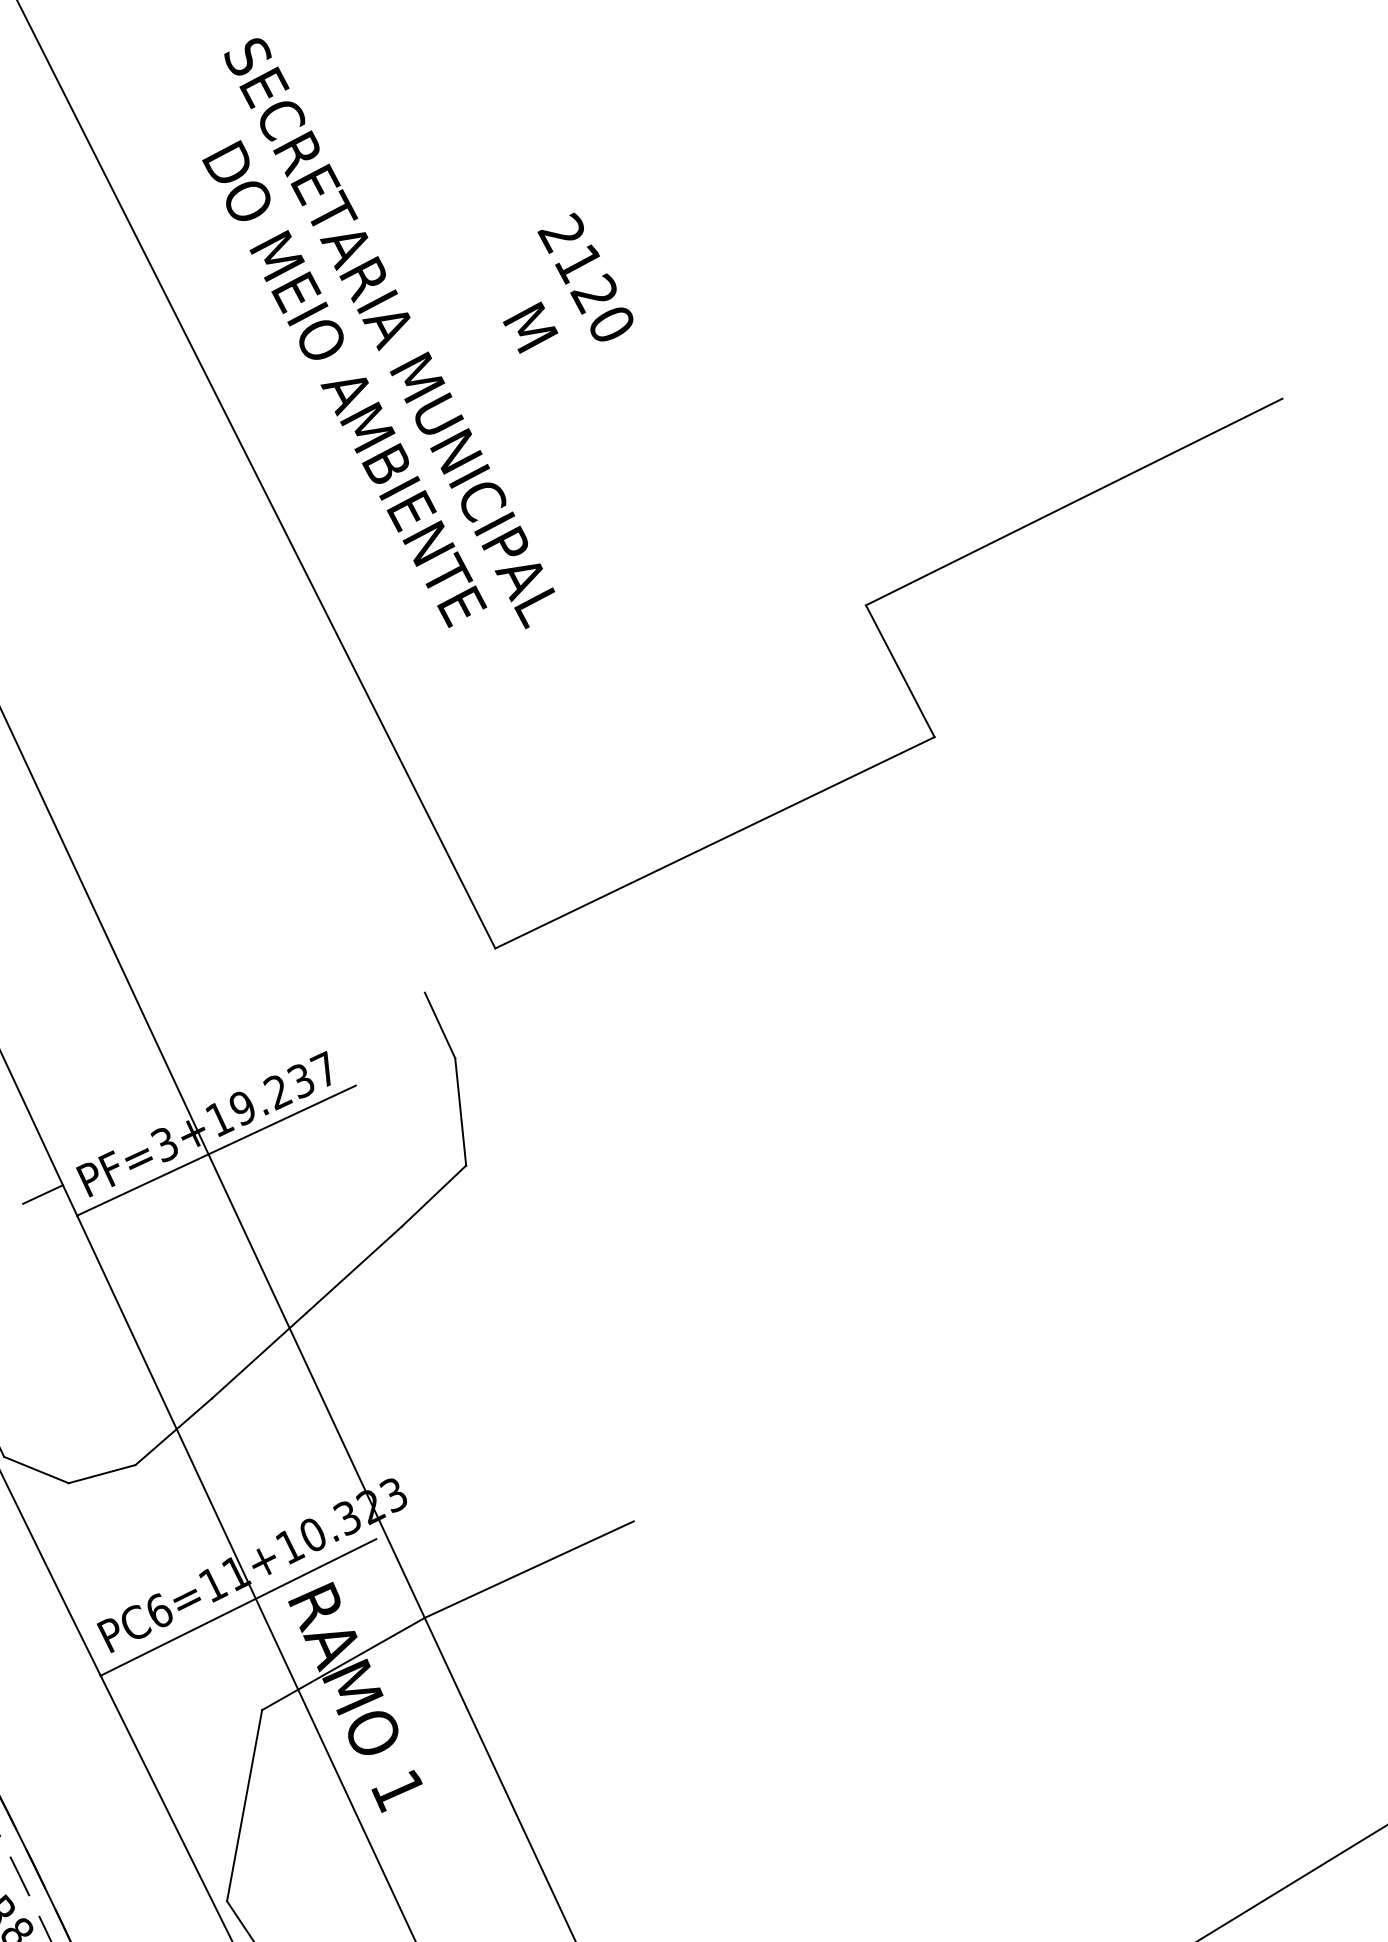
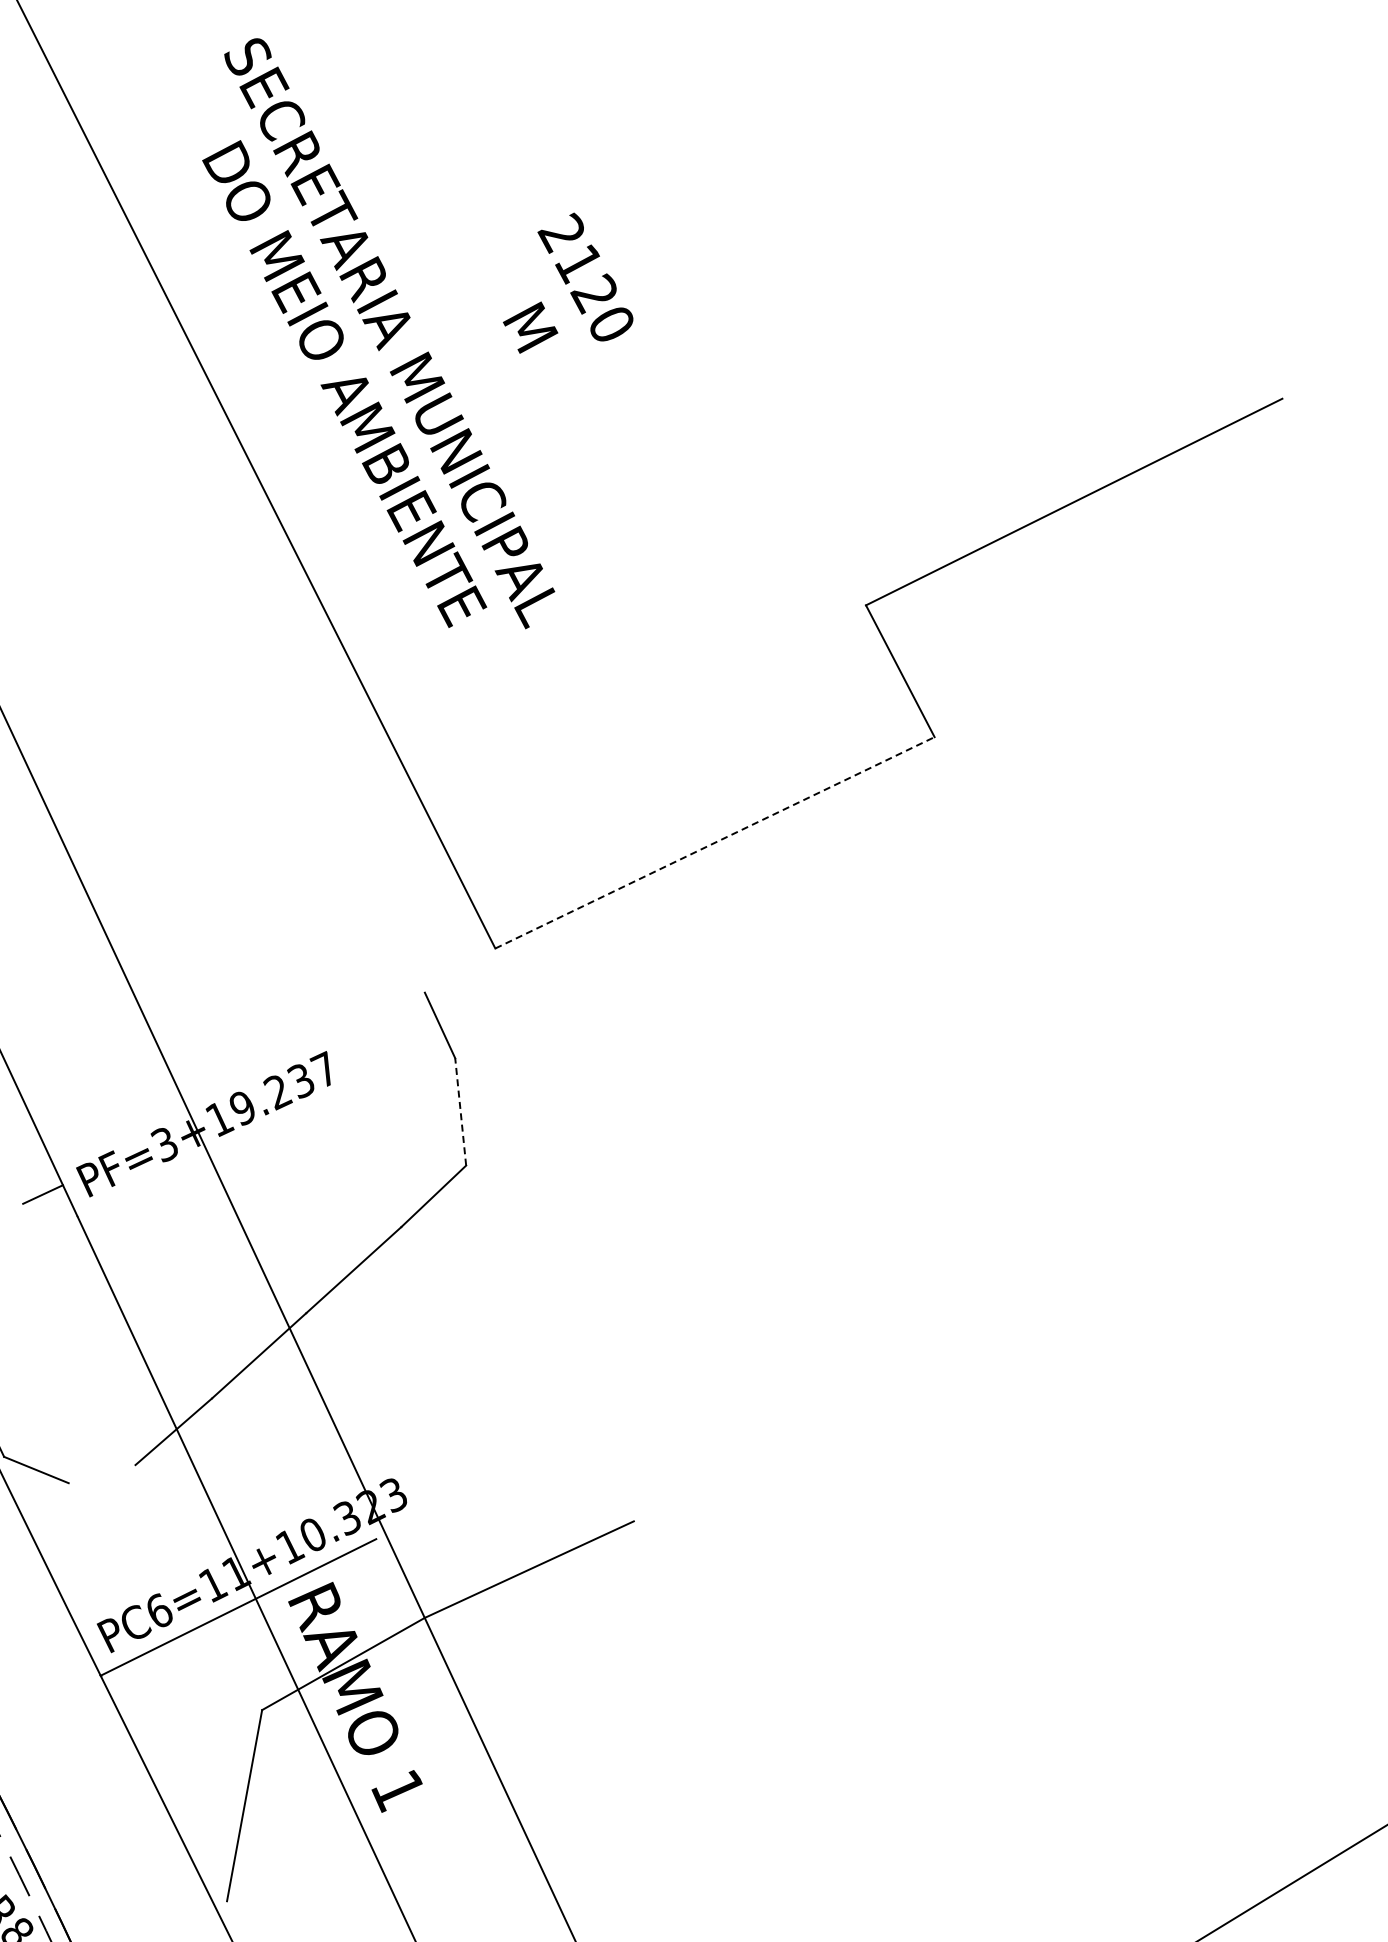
line at (714, 842): solid -> dashed
line at (460, 1111): solid -> dashed
line at (216, 1150): present -> none
line at (101, 1474): present -> none
line at (239, 1919): present -> none
